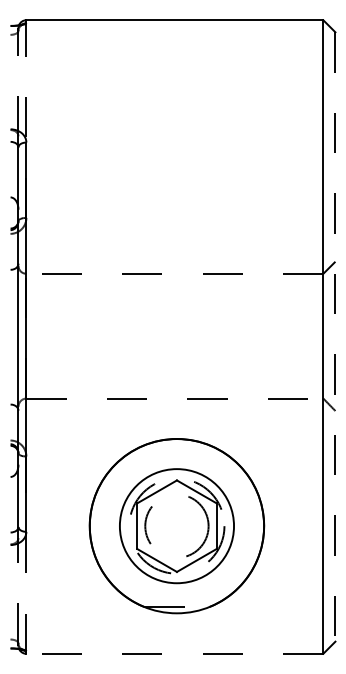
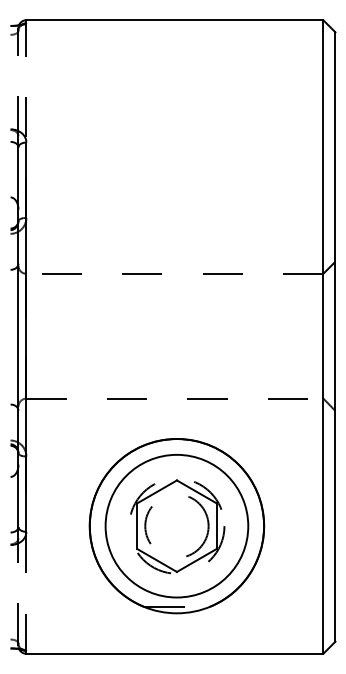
line at (335, 337): dashed -> solid
circle at (176, 526) diameter: 114 px -> 143 px
line at (174, 653): dashed -> solid
